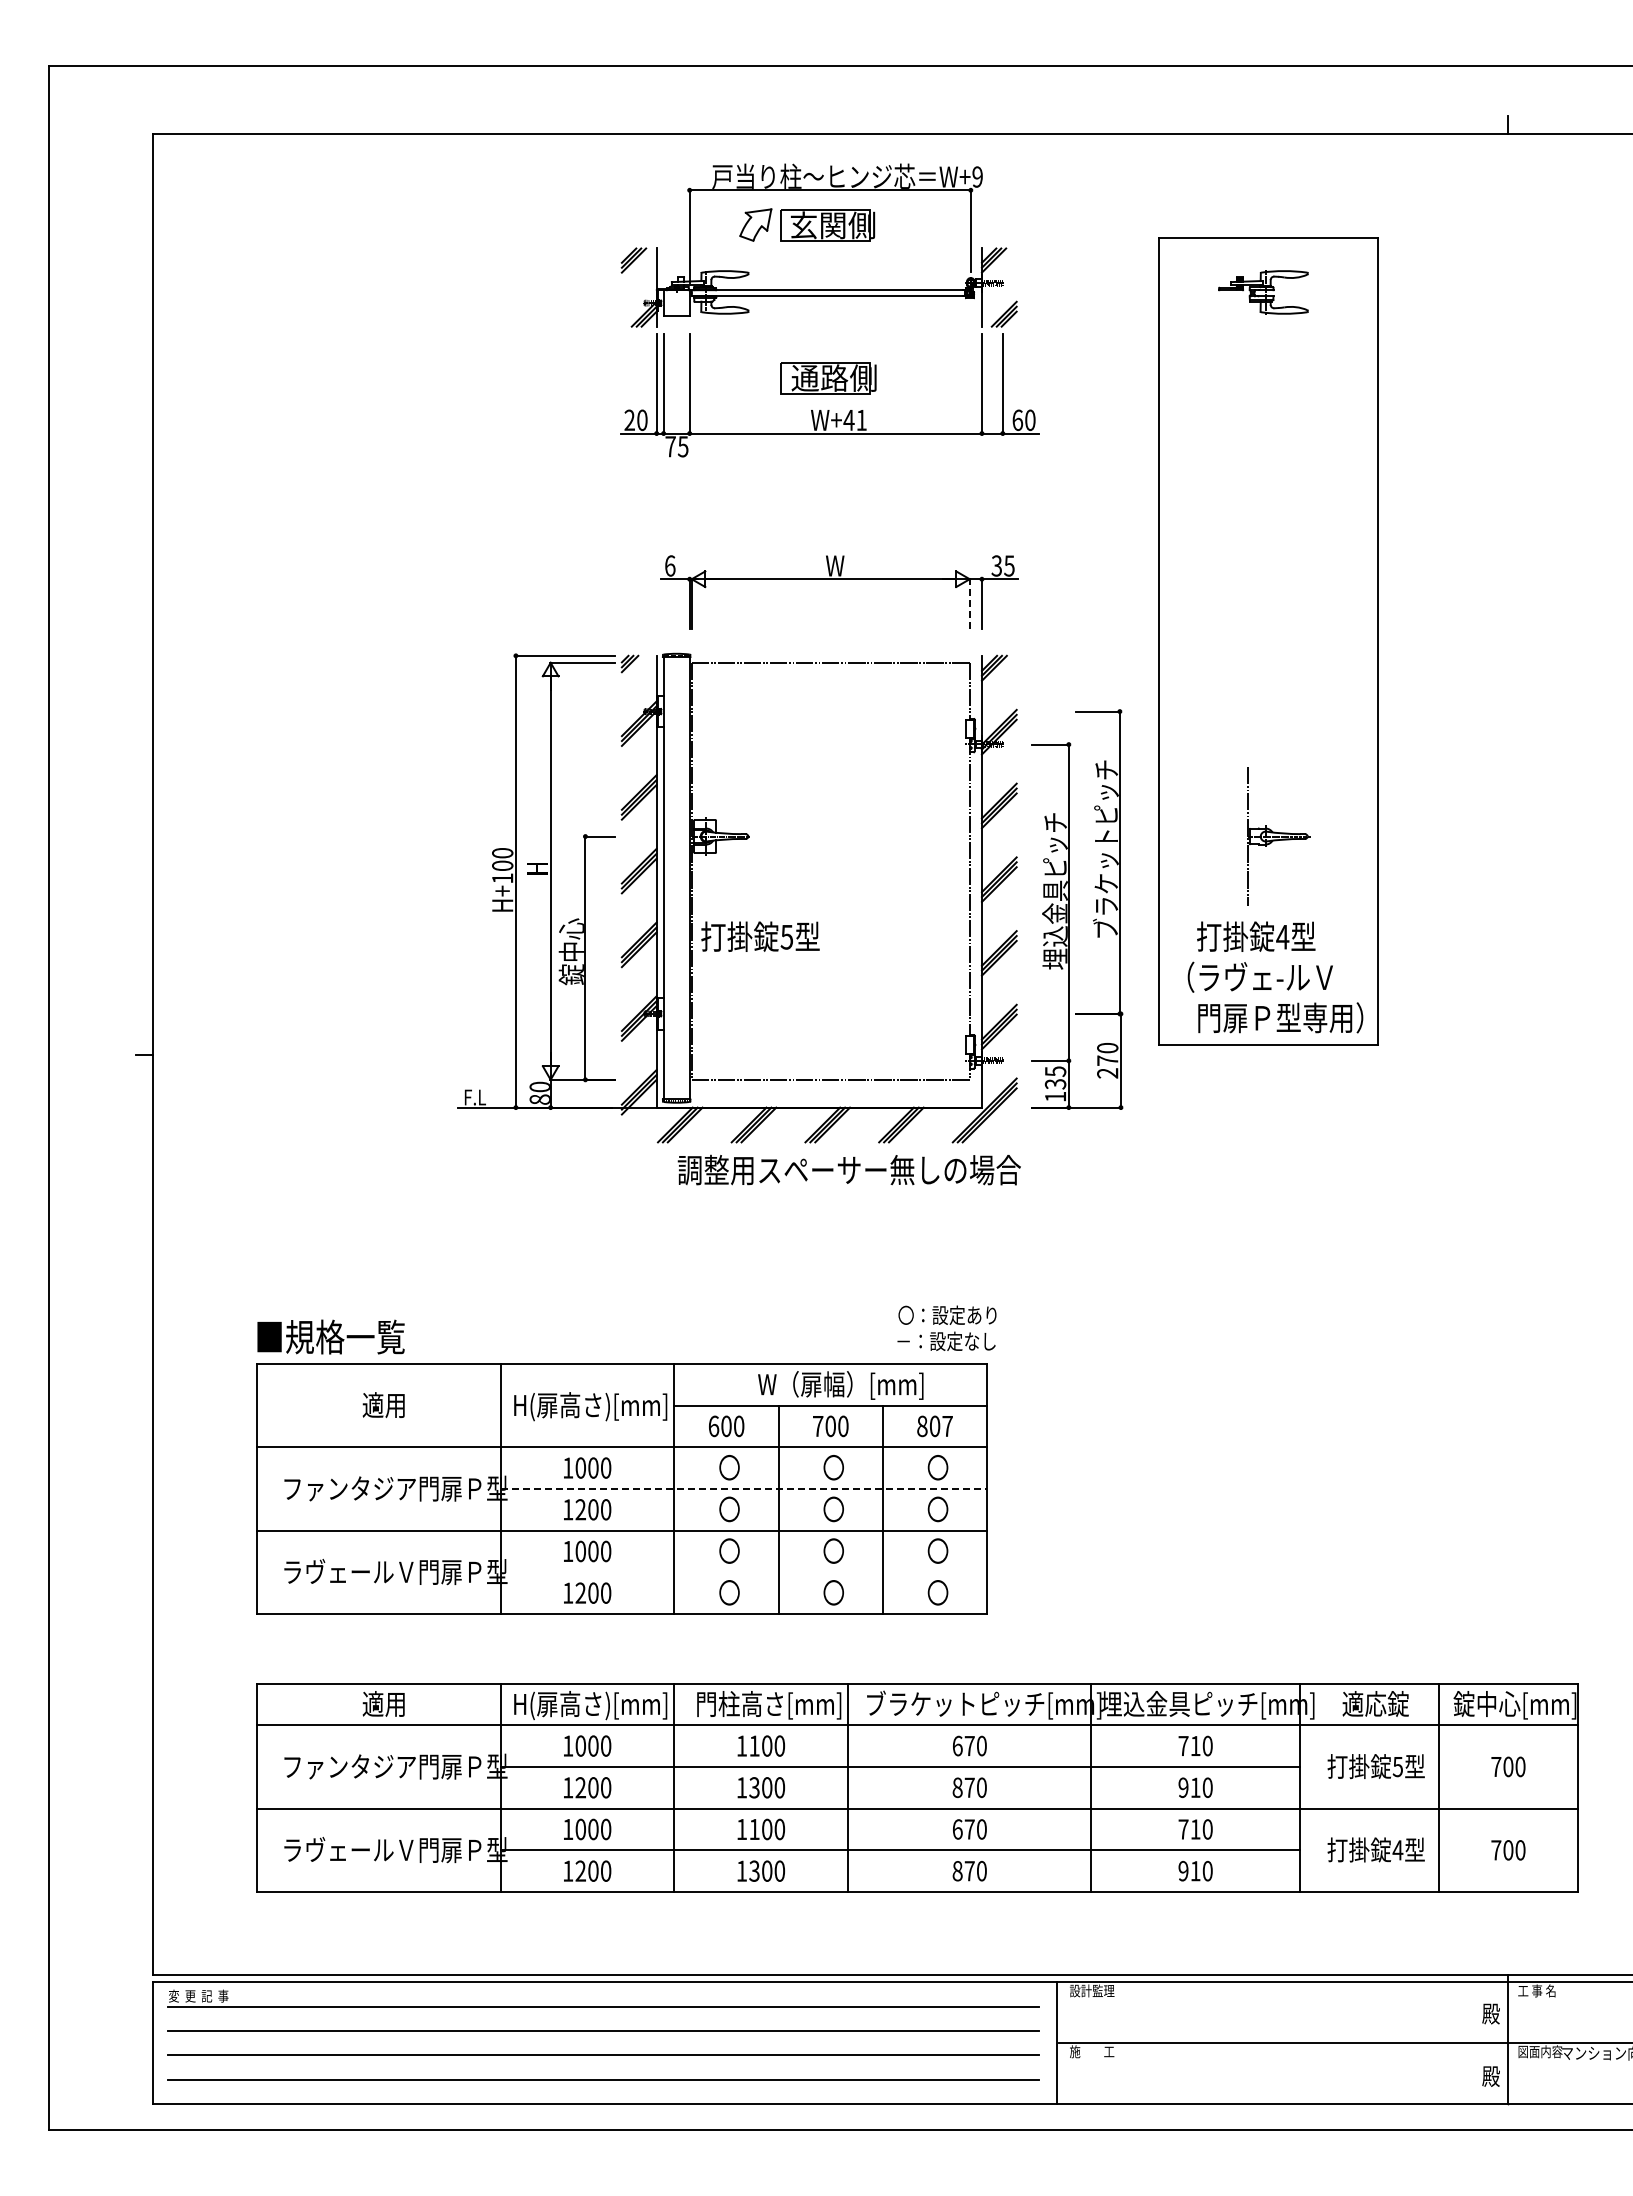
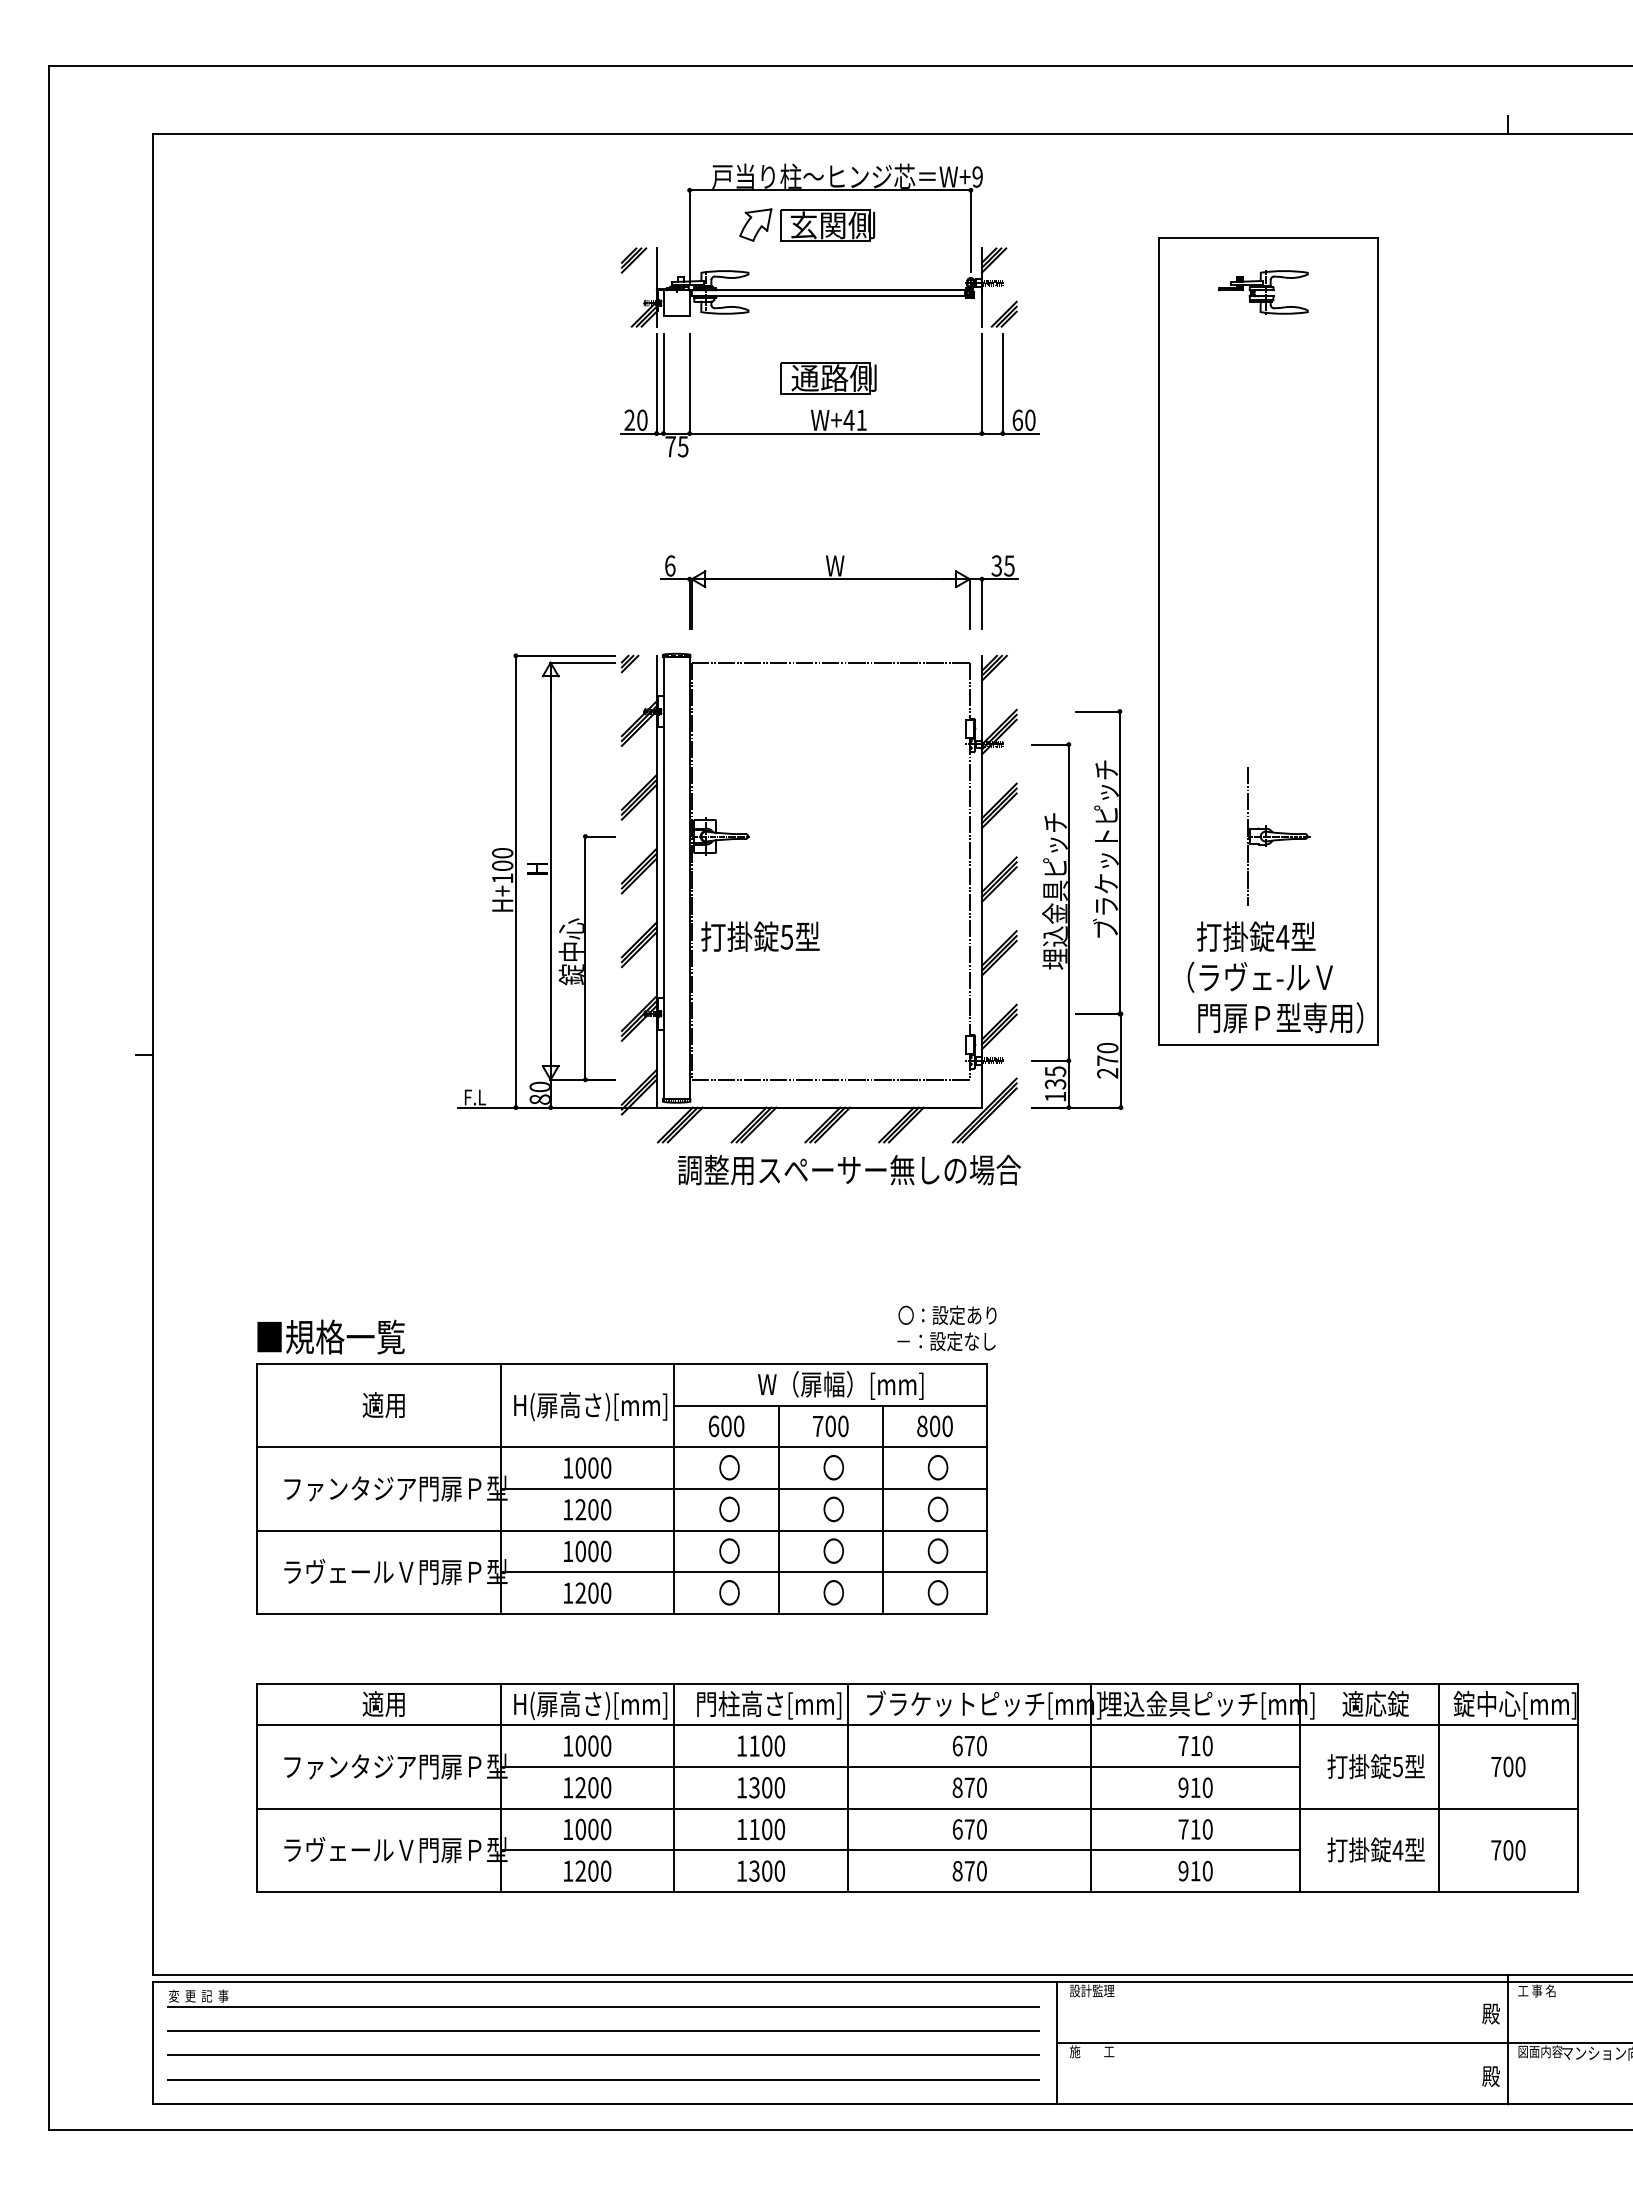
line at (969, 603): dashed -> solid
text at (947, 1426): 807 -> 800
line at (744, 1488): dashed -> solid
line at (743, 1572): none -> present
